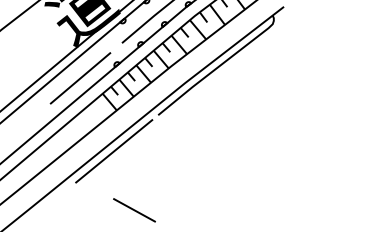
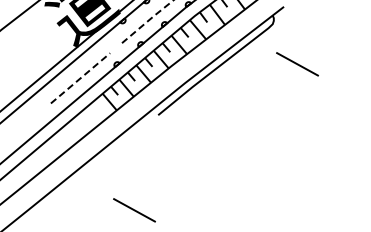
line at (148, 20): solid -> dashed
line at (297, 64): none -> present
line at (80, 78): solid -> dashed
line at (114, 151): present -> none
